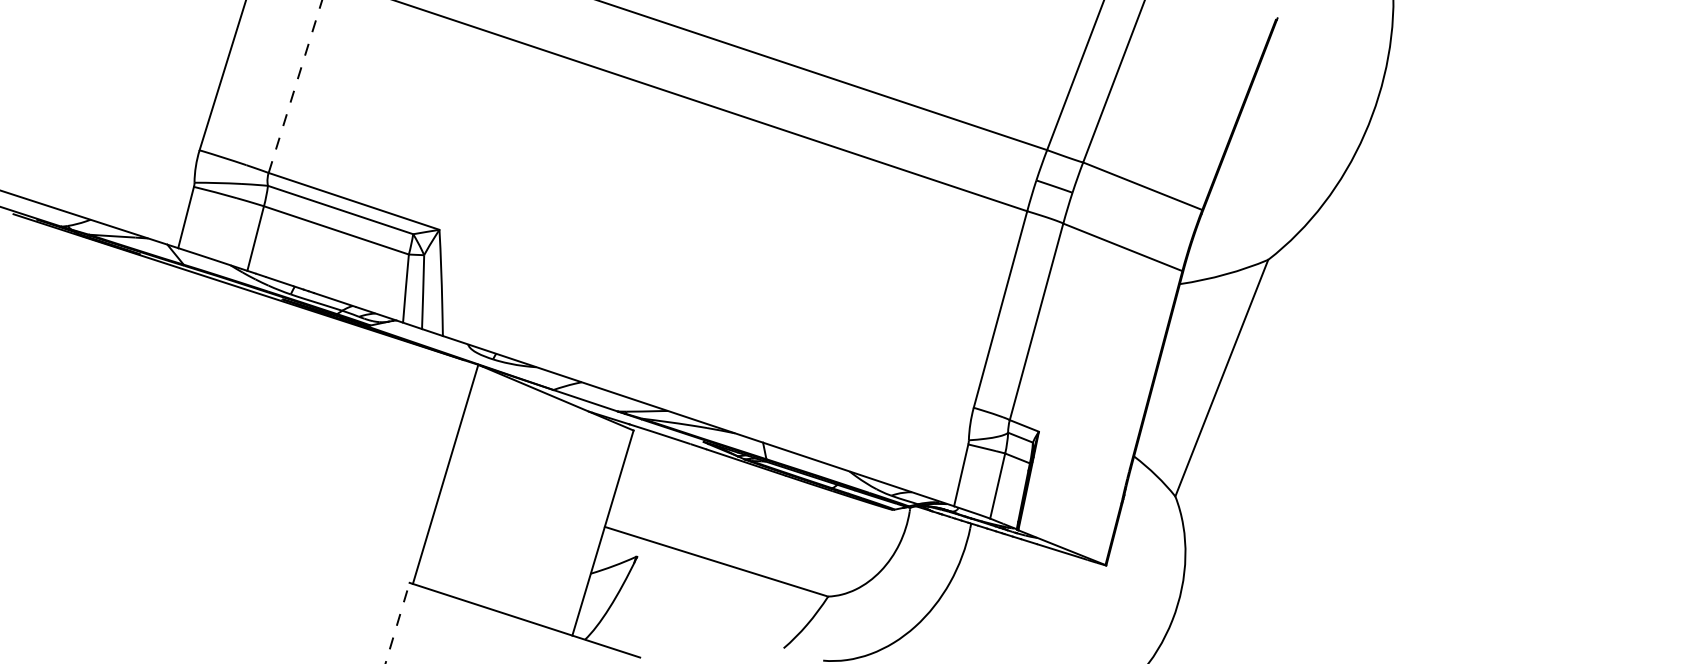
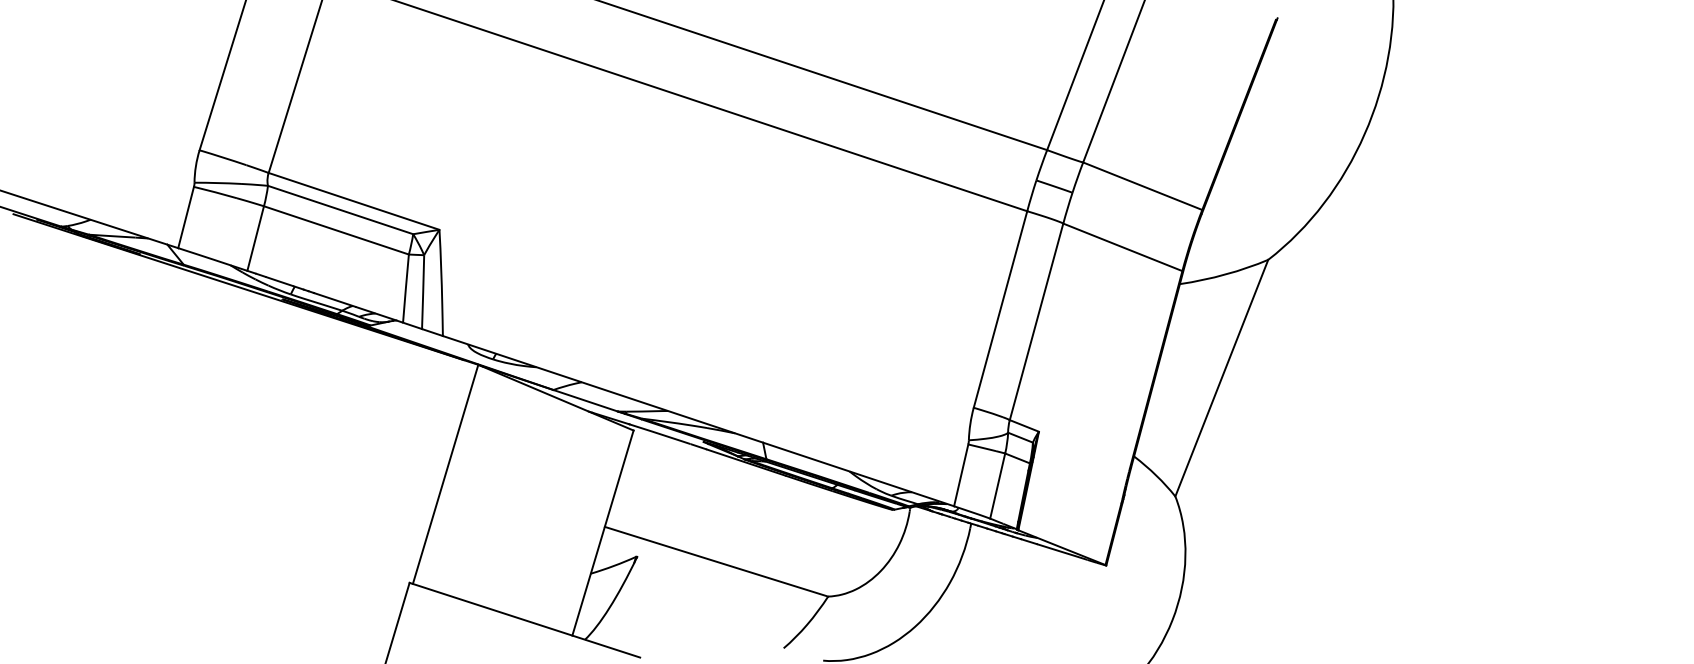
line at (295, 86): dashed -> solid
line at (397, 623): dashed -> solid
